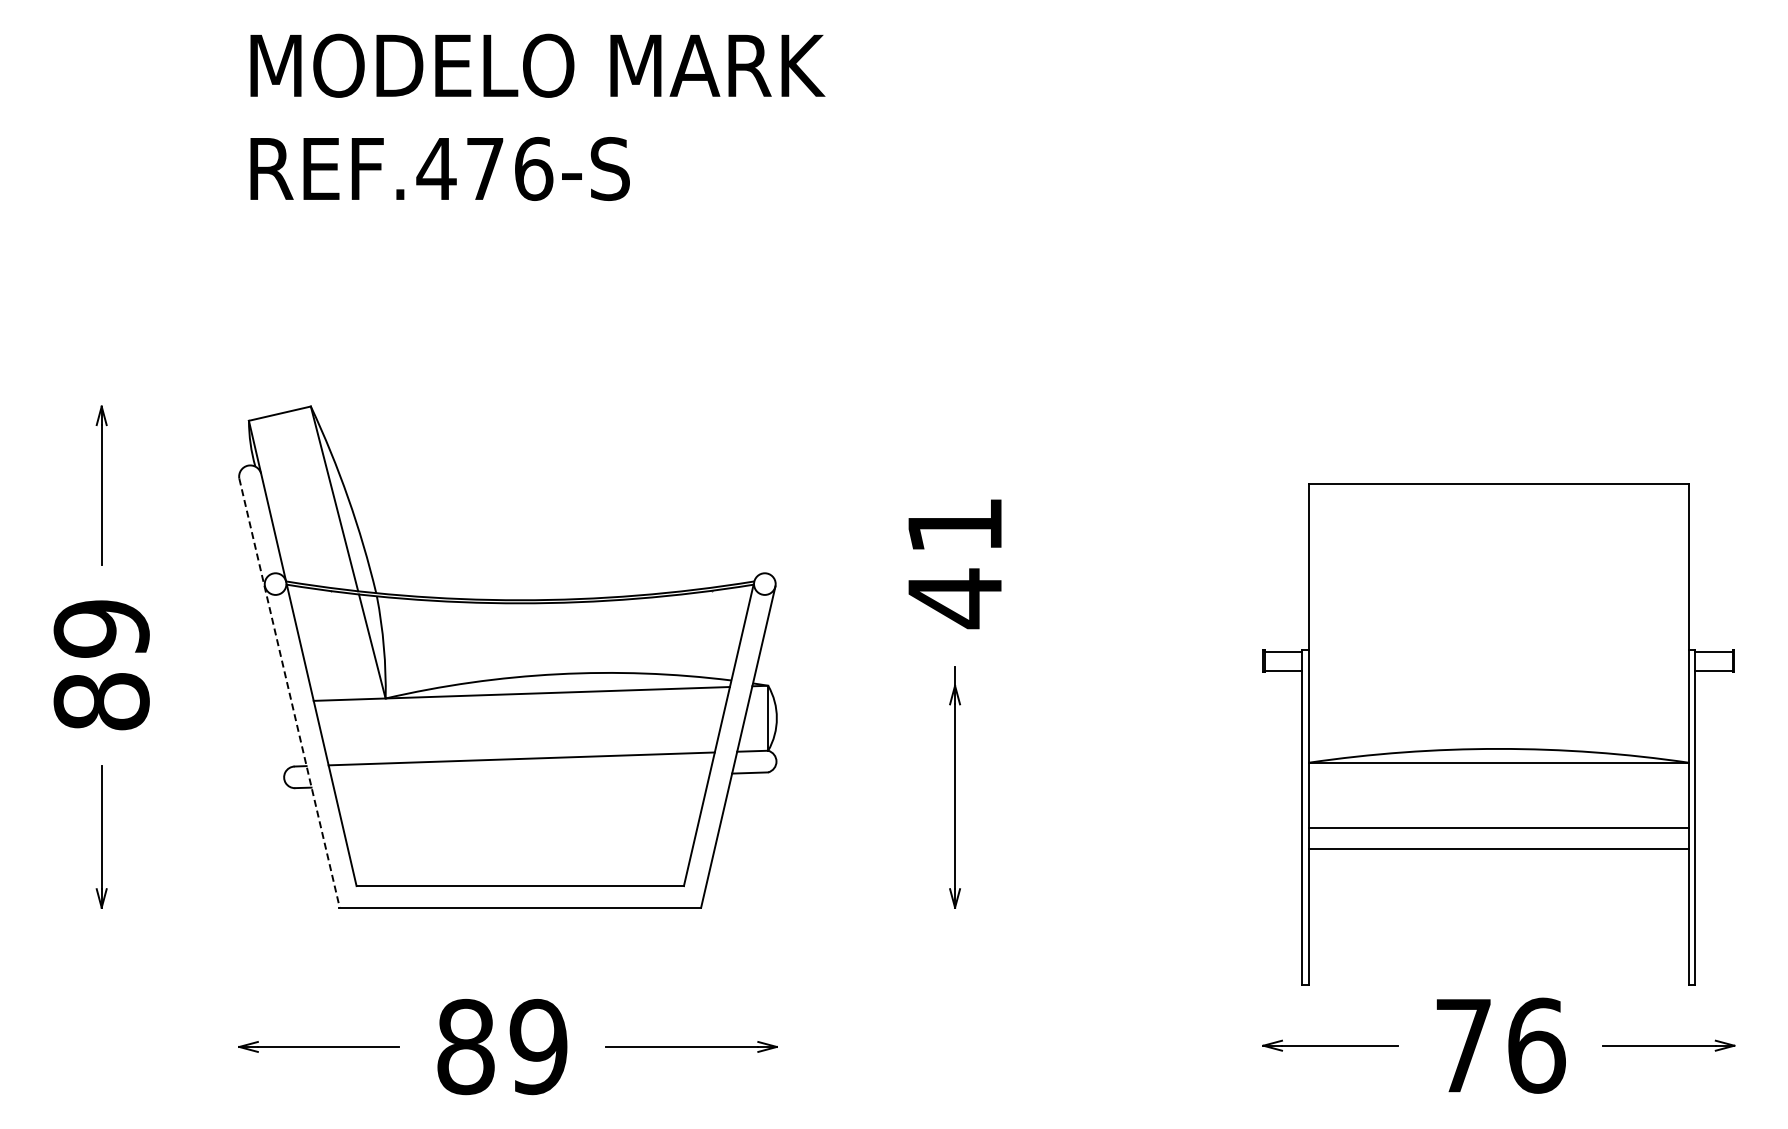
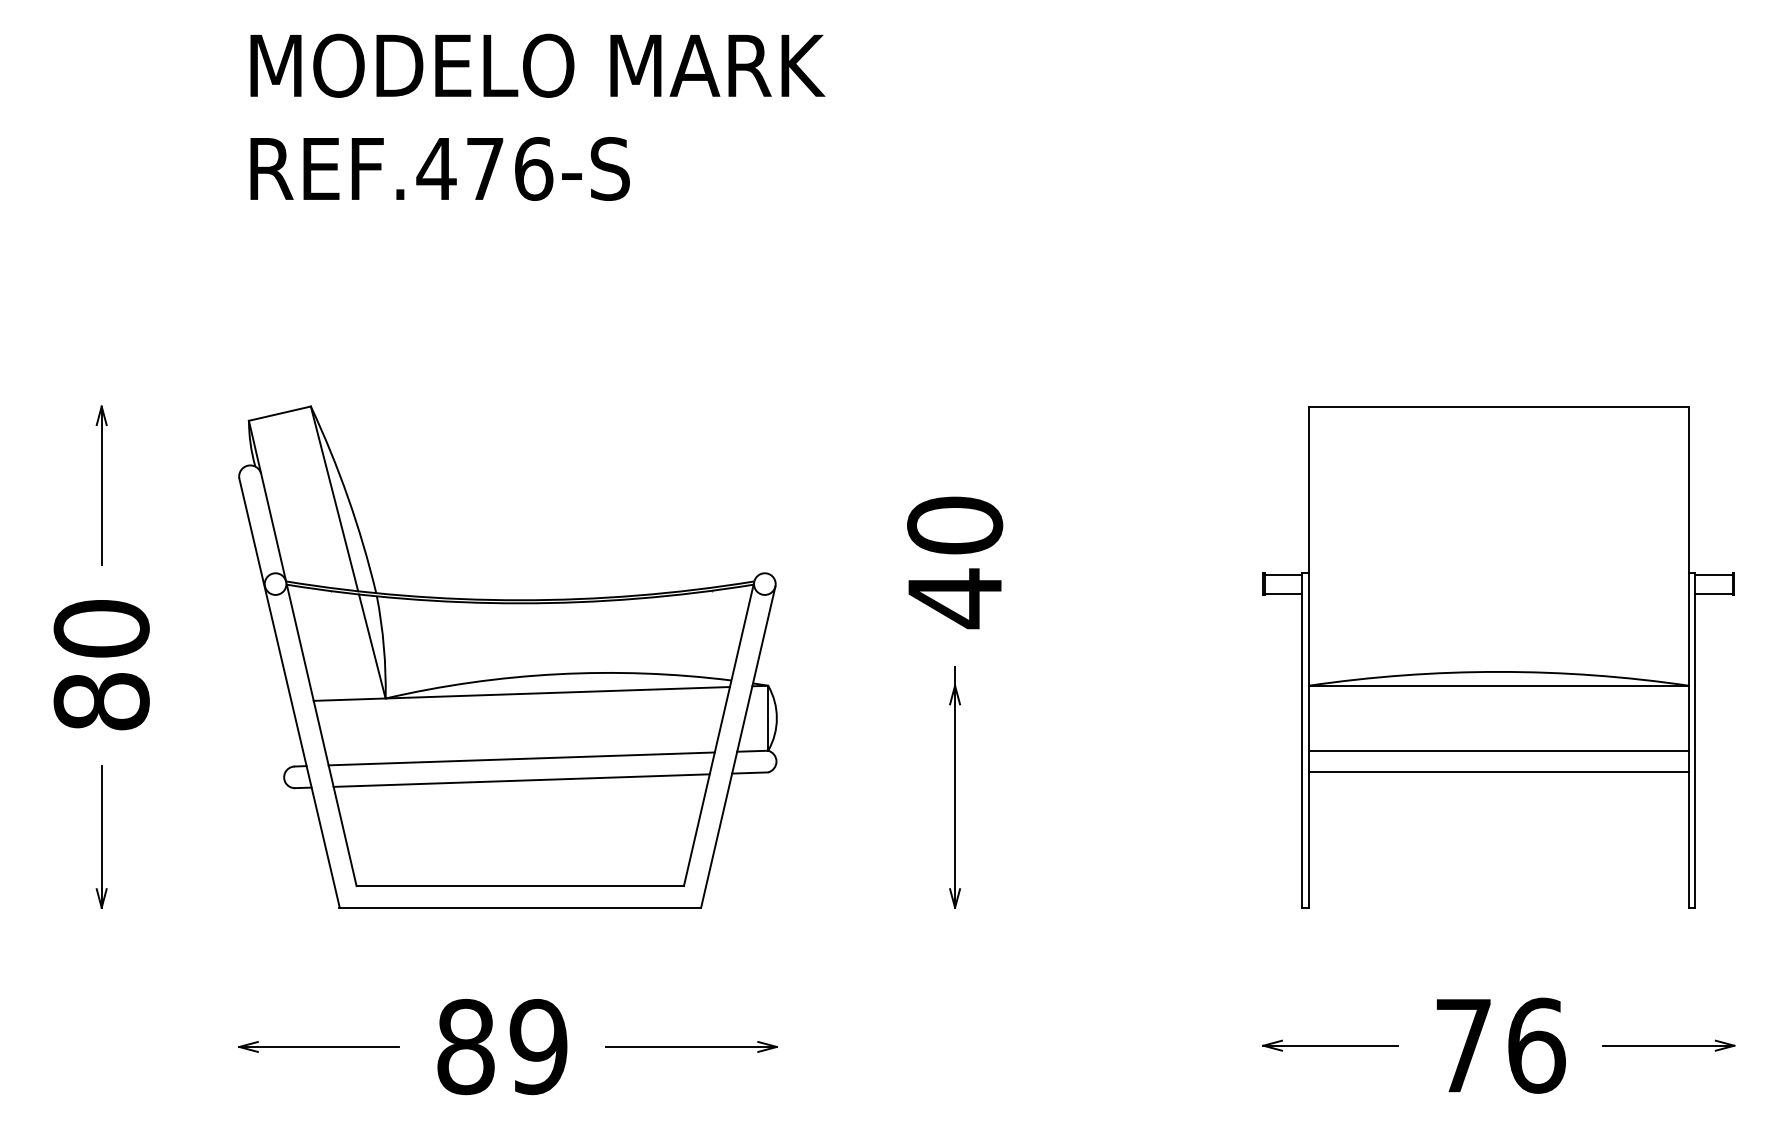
text at (955, 525): 41 -> 40
text at (101, 628): 89 -> 80
line at (289, 693): dashed -> solid
part at (1498, 734) position: (1498, 734) -> (1498, 657)
line at (521, 780): none -> present
